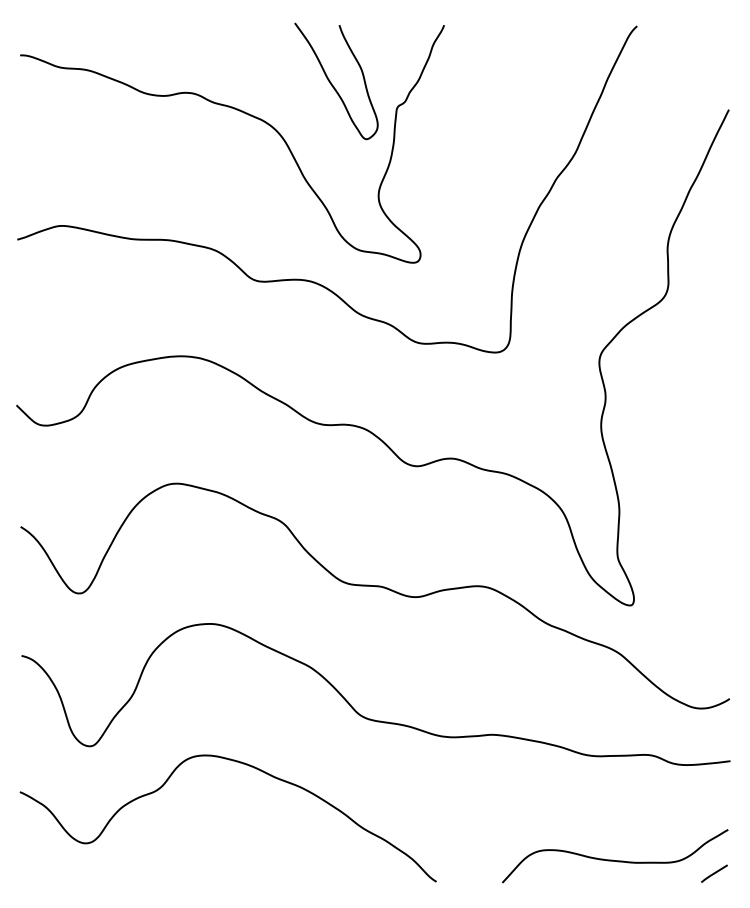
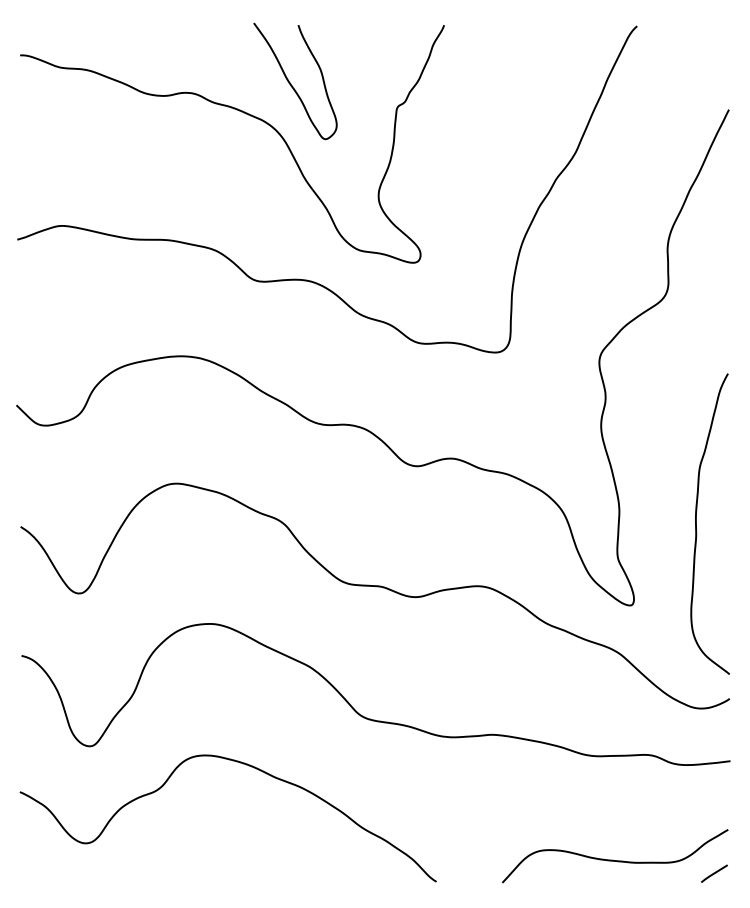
curve at (332, 83) position: (332, 83) -> (291, 83)
curve at (696, 523): none -> present
